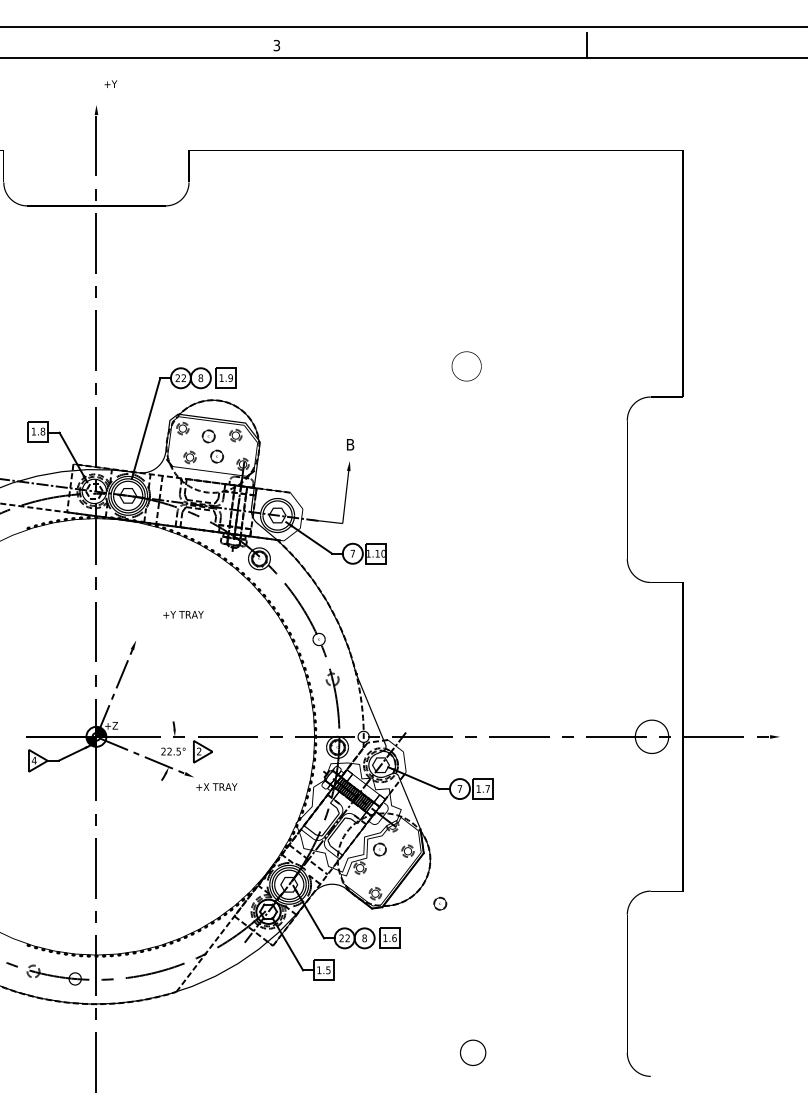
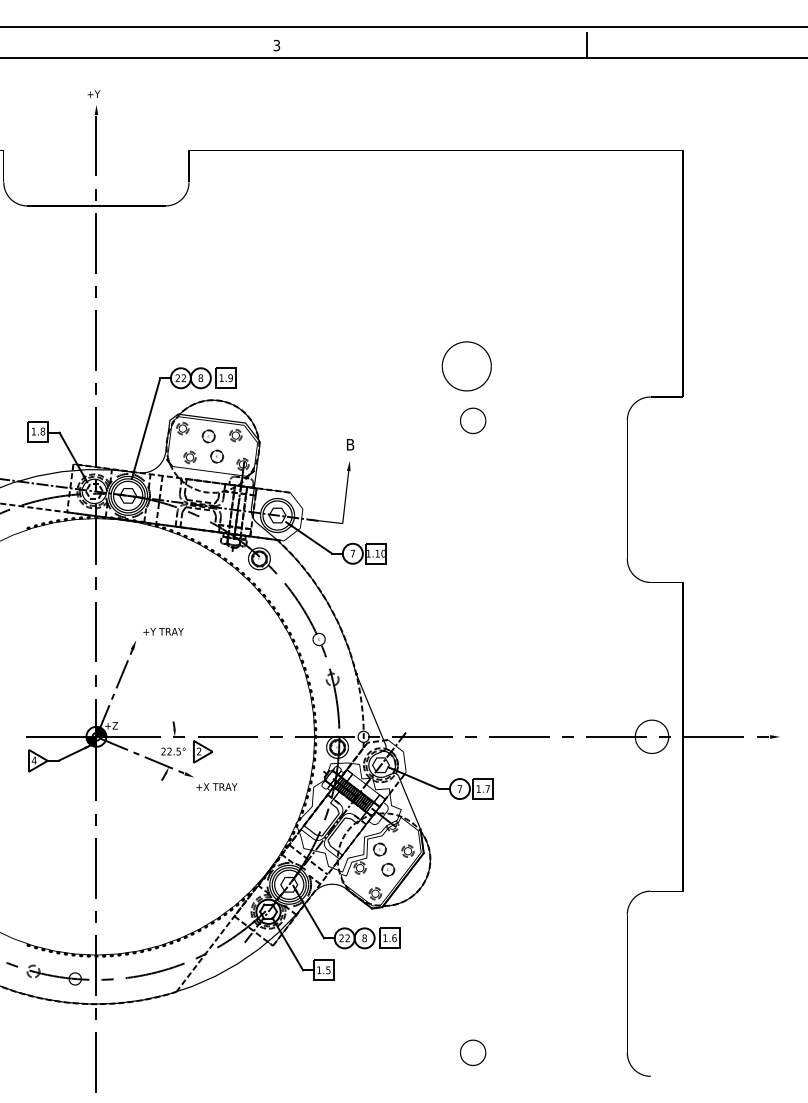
text at (110, 83) position: (110, 83) -> (93, 93)
part at (466, 366) size: 31x31 px -> 51x51 px
part at (473, 420): none -> present
text at (183, 614) position: (183, 614) -> (163, 631)
part at (440, 903) position: (440, 903) -> (388, 869)
